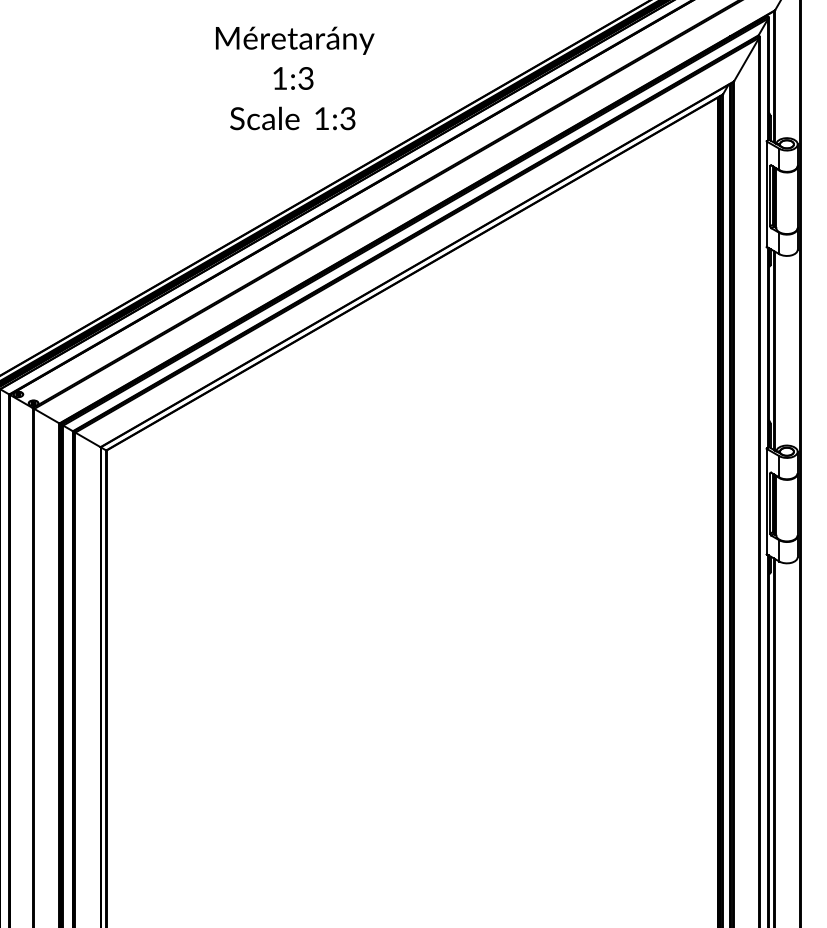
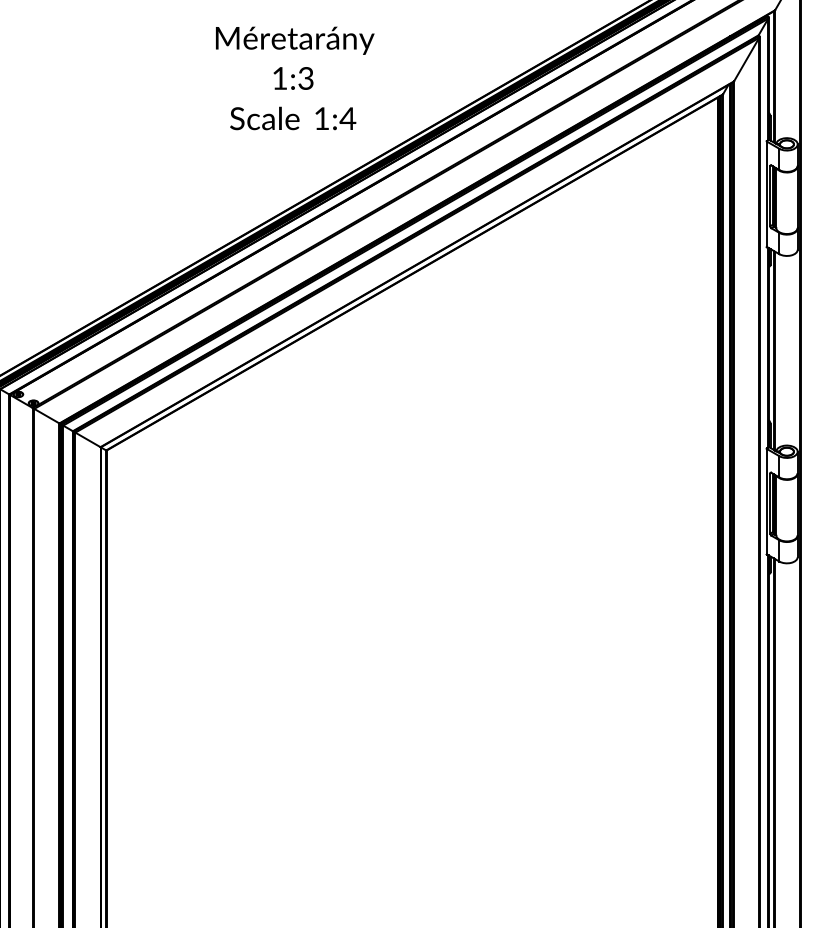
text at (347, 118): 1:3 -> 1:4
